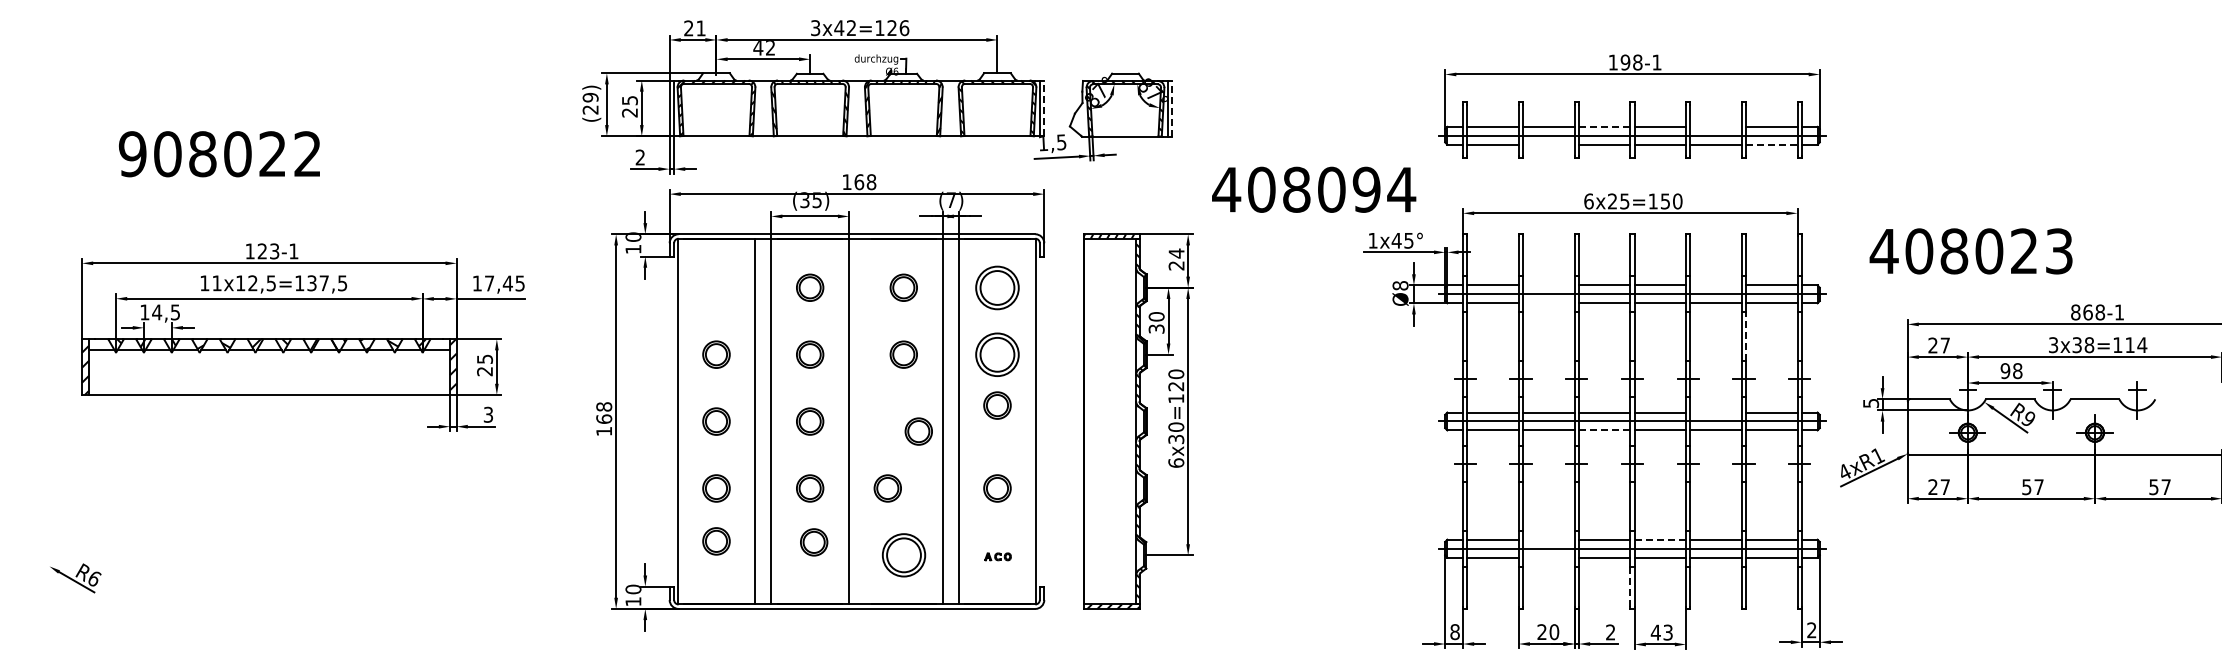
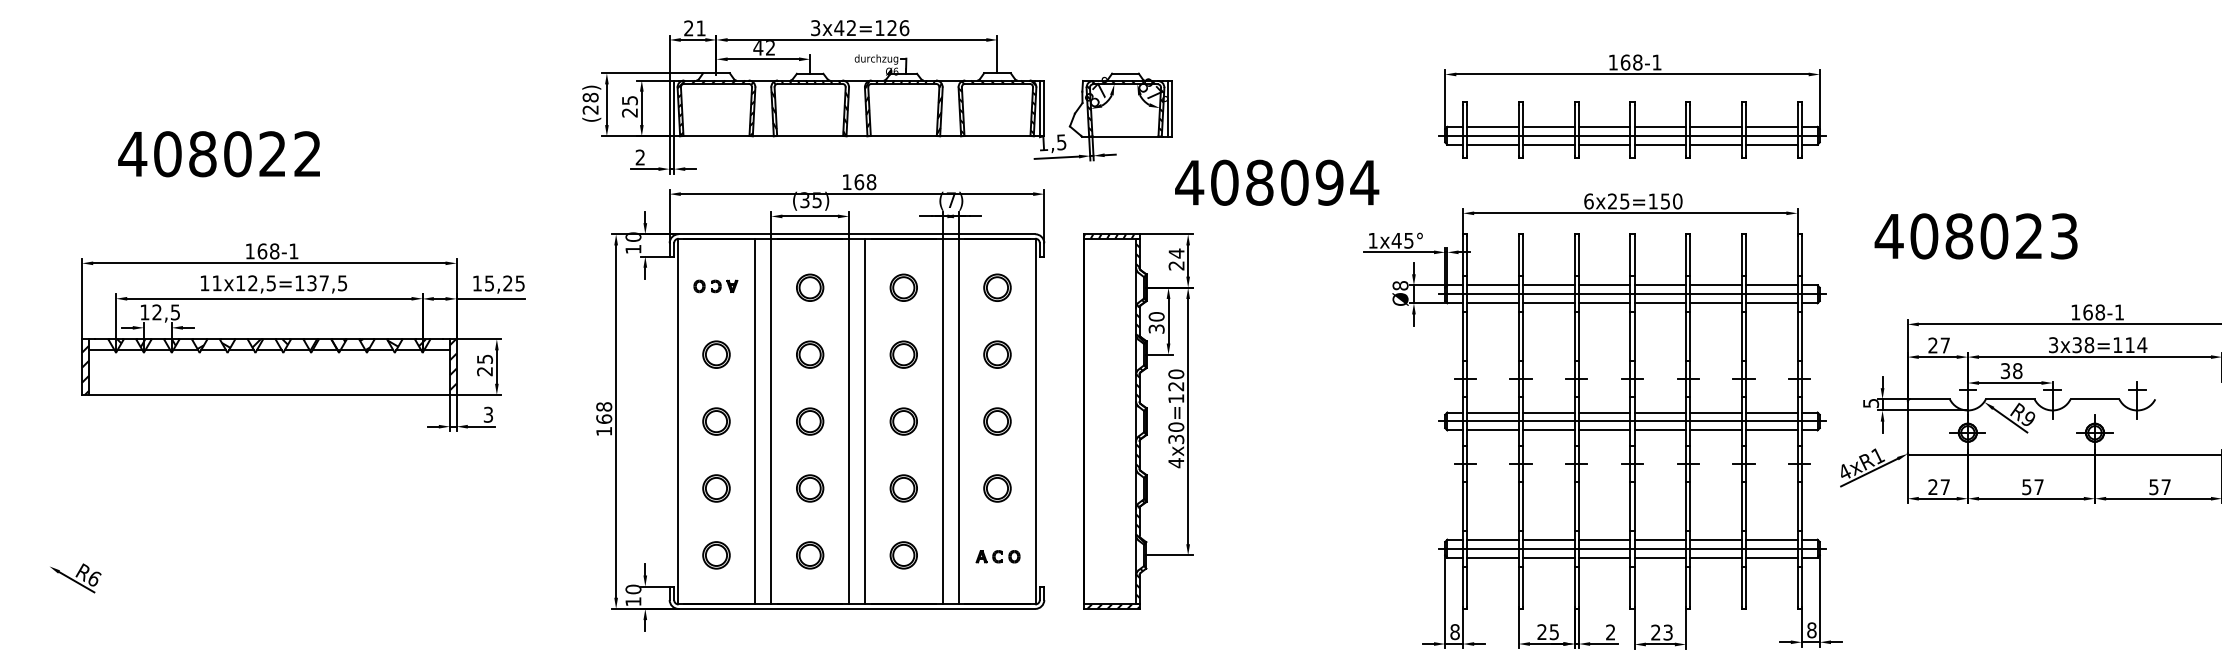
text at (1625, 62): 198 -> 168
text at (590, 97): 29 -> 28
line at (1044, 108): dashed -> solid
line at (1172, 108): dashed -> solid
line at (1604, 126): dashed -> solid
line at (1715, 126): none -> present
line at (1548, 144): none -> present
line at (1771, 144): dashed -> solid
text at (132, 154): 908022 -> 408022
text at (1314, 189) position: (1314, 189) -> (1277, 182)
text at (268, 251): 123 -> 168
text at (1970, 251) position: (1970, 251) -> (1975, 236)
text at (498, 283): 17,45 -> 15,25
line at (1548, 285): none -> present
line at (1715, 285): none -> present
part at (715, 286): none -> present
part at (997, 287) size: 45x46 px -> 29x29 px
line at (1548, 303): none -> present
text at (157, 312): 14,5 -> 12,5
text at (2075, 312): 868 -> 168
line at (1746, 336): dashed -> solid
part at (997, 354) size: 45x45 px -> 29x29 px
text at (2005, 370): 98 -> 38
part at (997, 405) position: (997, 405) -> (997, 421)
line at (1715, 412): none -> present
line at (864, 421): none -> present
line at (1604, 430): dashed -> solid
part at (918, 431) position: (918, 431) -> (903, 421)
text at (1176, 463): 6x30= -> 4x30=
part at (887, 488) position: (887, 488) -> (903, 488)
line at (1548, 539): none -> present
line at (1660, 539): dashed -> solid
part at (716, 541) position: (716, 541) -> (716, 555)
part at (814, 542) position: (814, 542) -> (810, 555)
part at (903, 555) size: 46x45 px -> 29x29 px
part at (997, 556) size: 28x10 px -> 46x14 px
line at (1548, 557): none -> present
line at (1630, 587): dashed -> solid
text at (1811, 630): 2 -> 8
text at (1554, 632): 20 -> 25
text at (1655, 632): 43 -> 23
